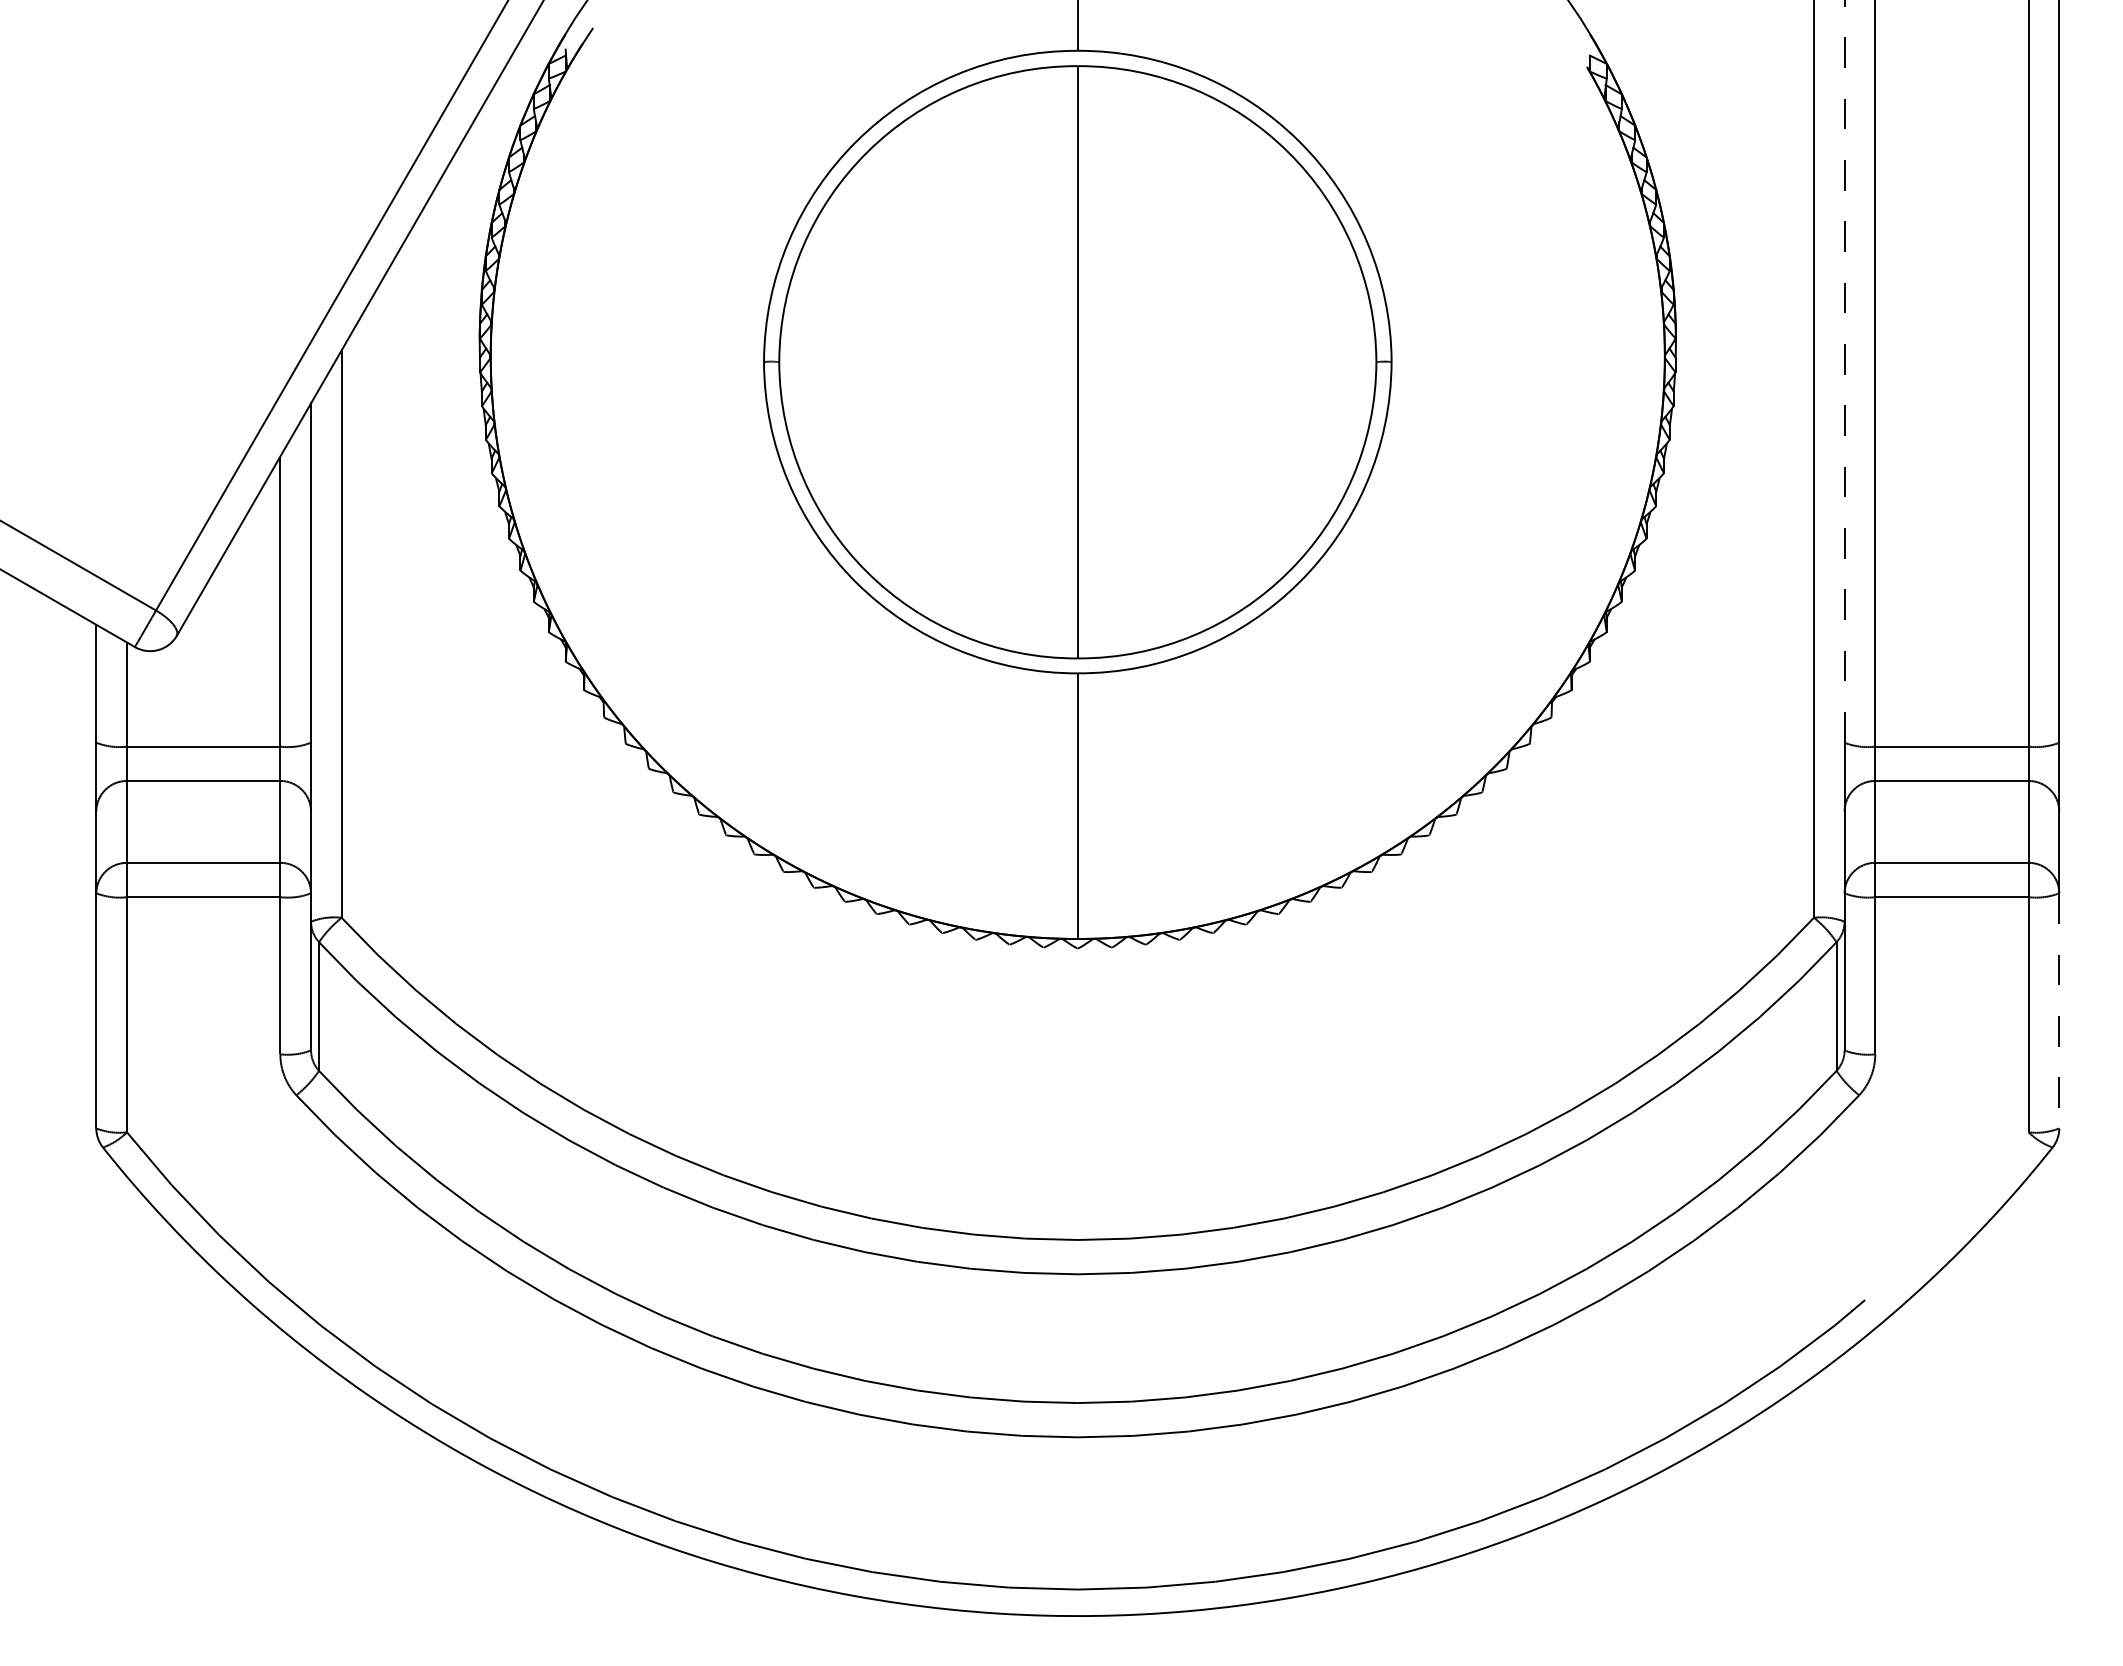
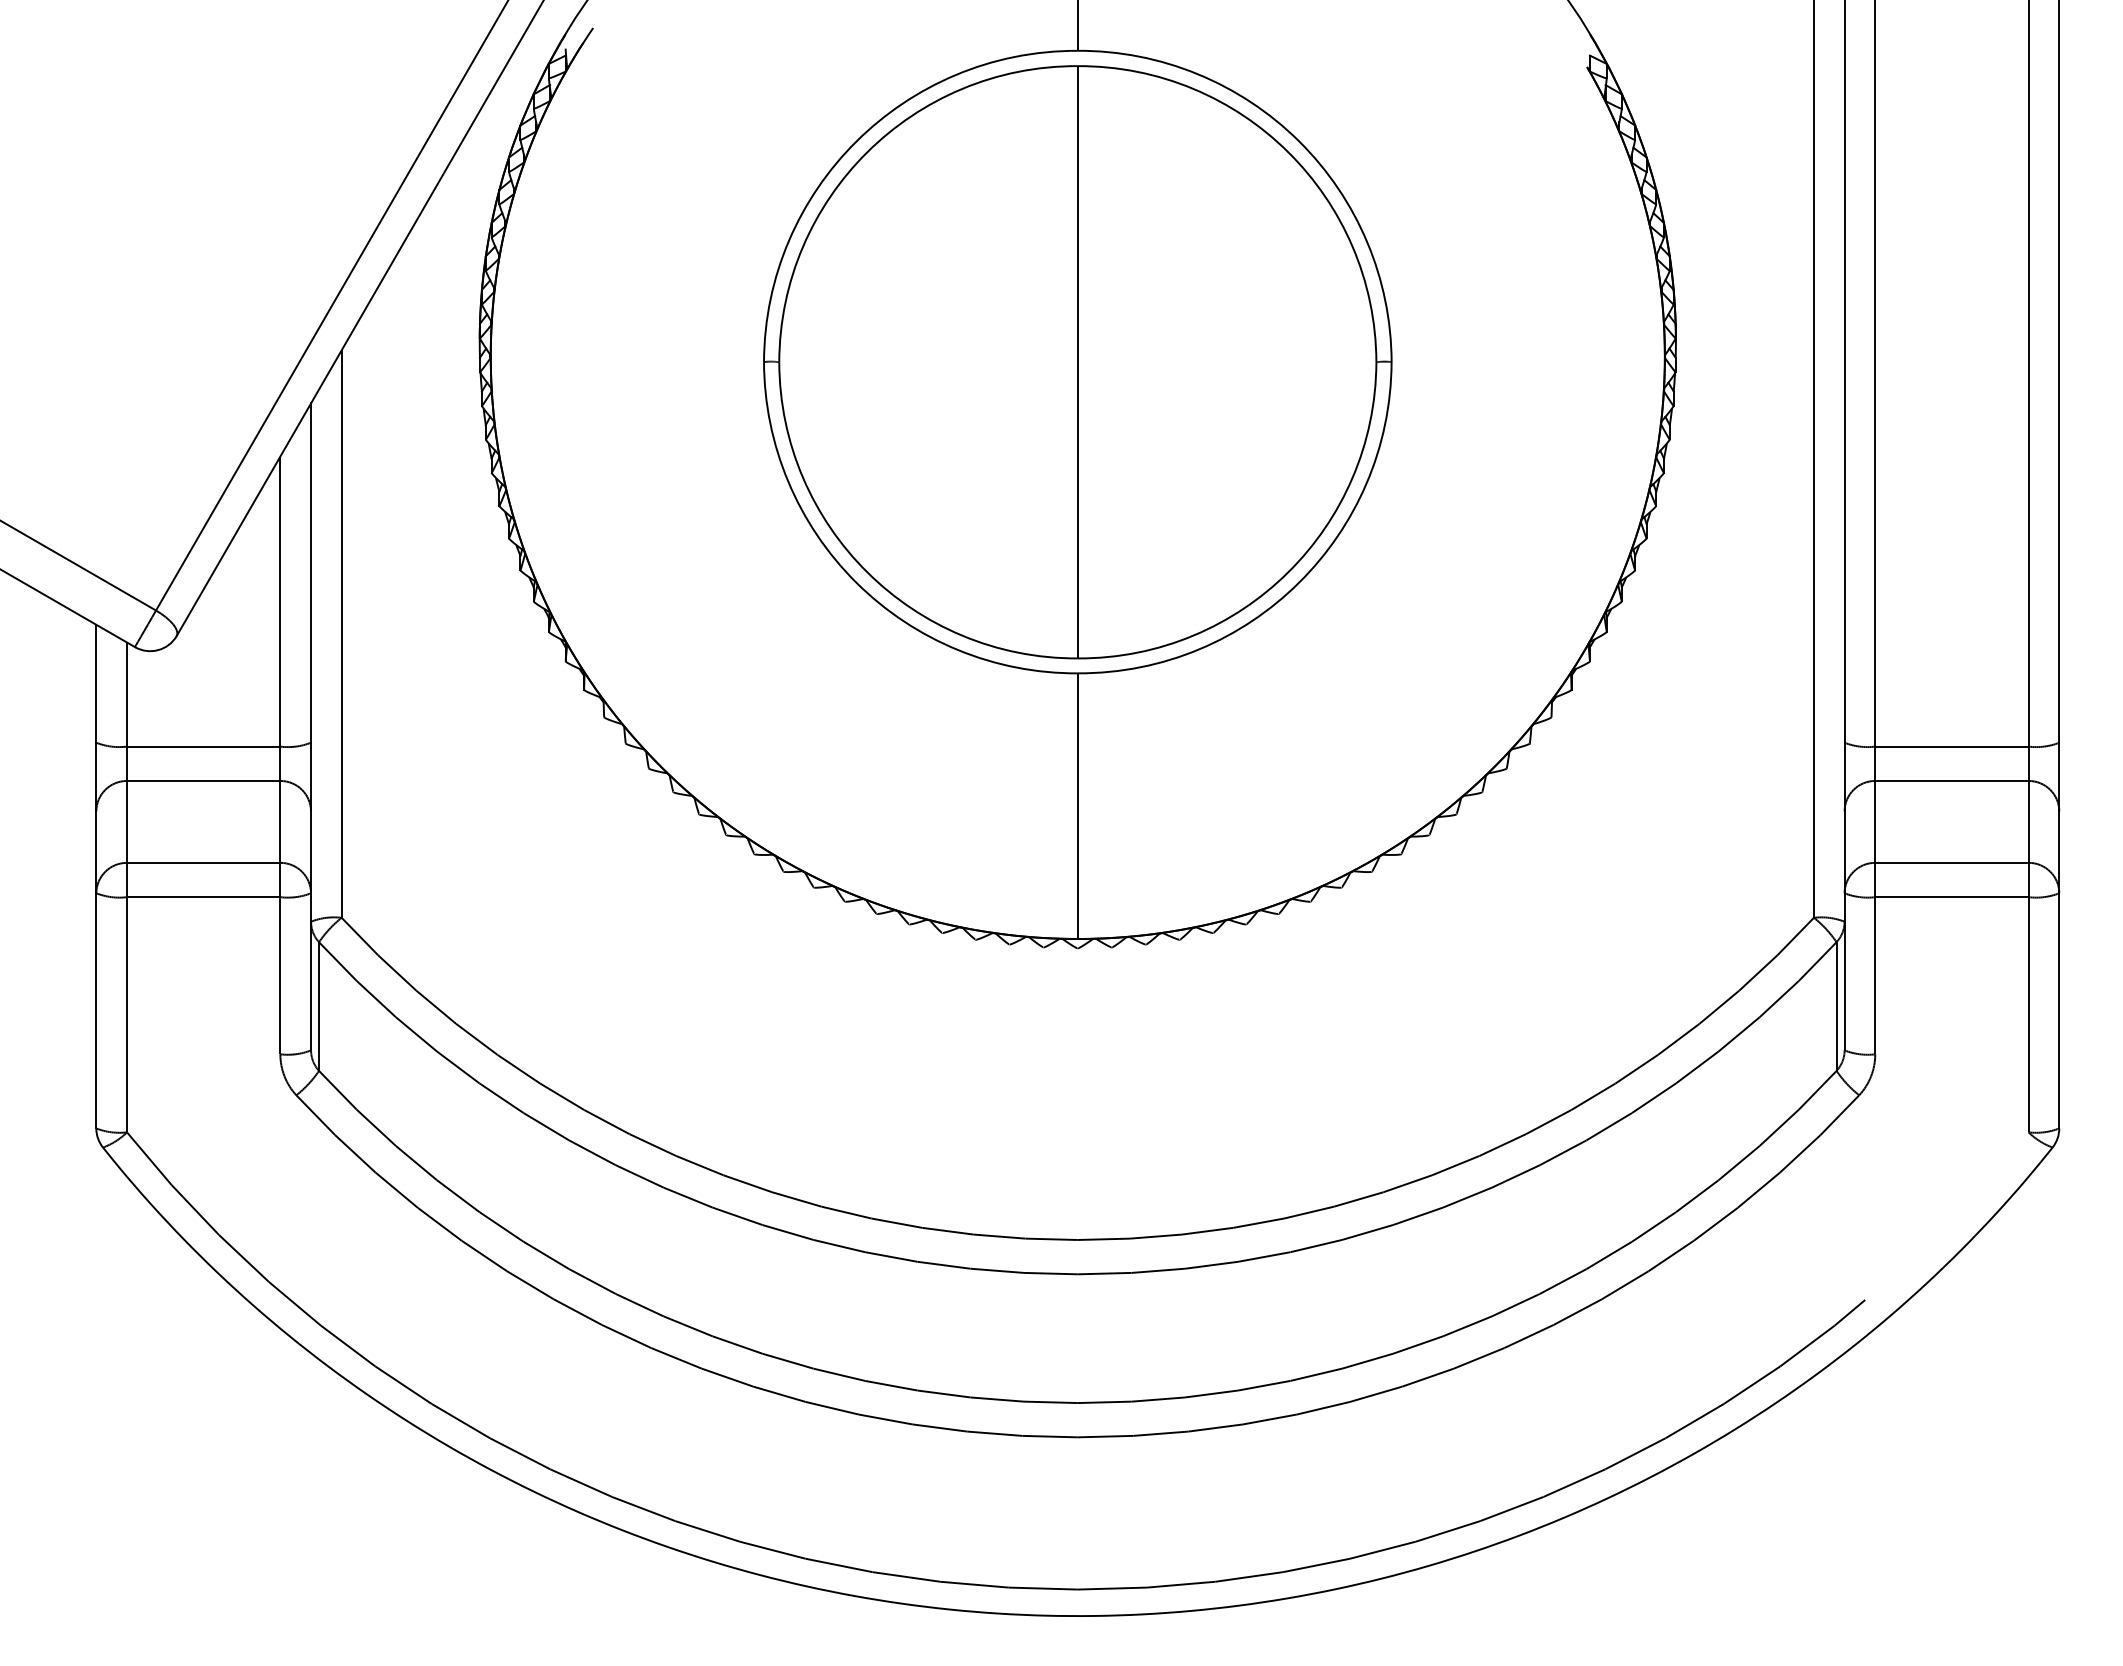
line at (1844, 370): dashed -> solid
line at (2059, 1010): dashed -> solid
